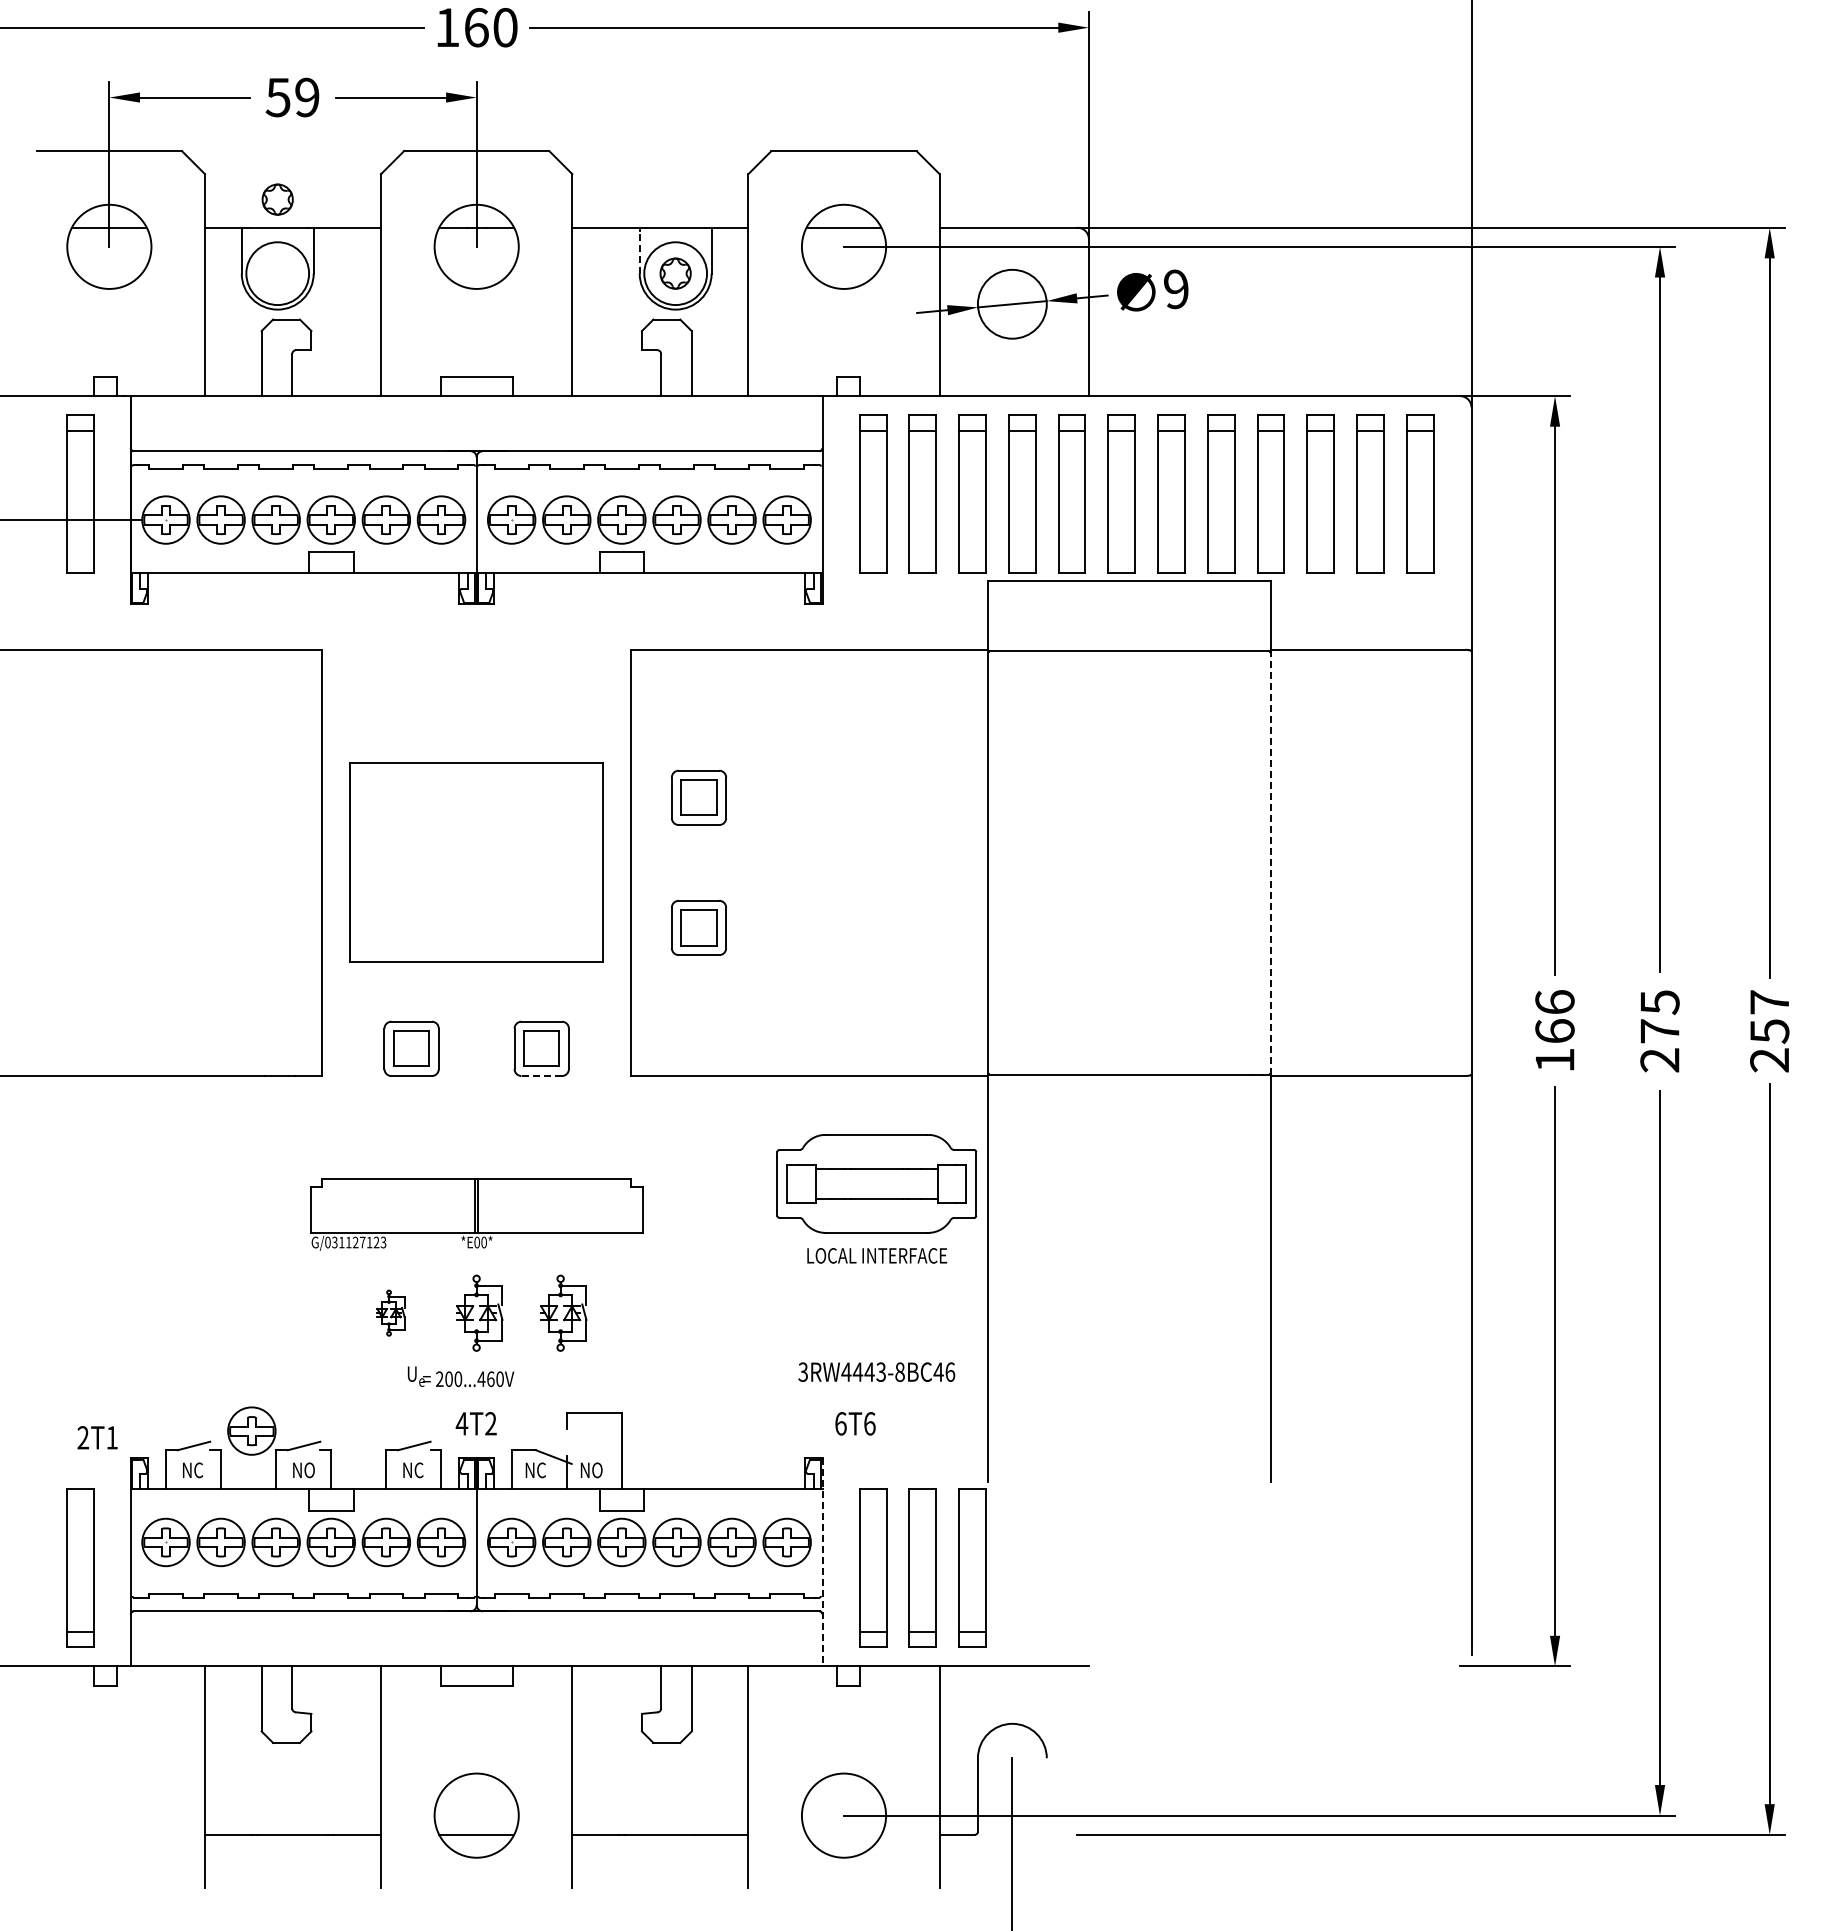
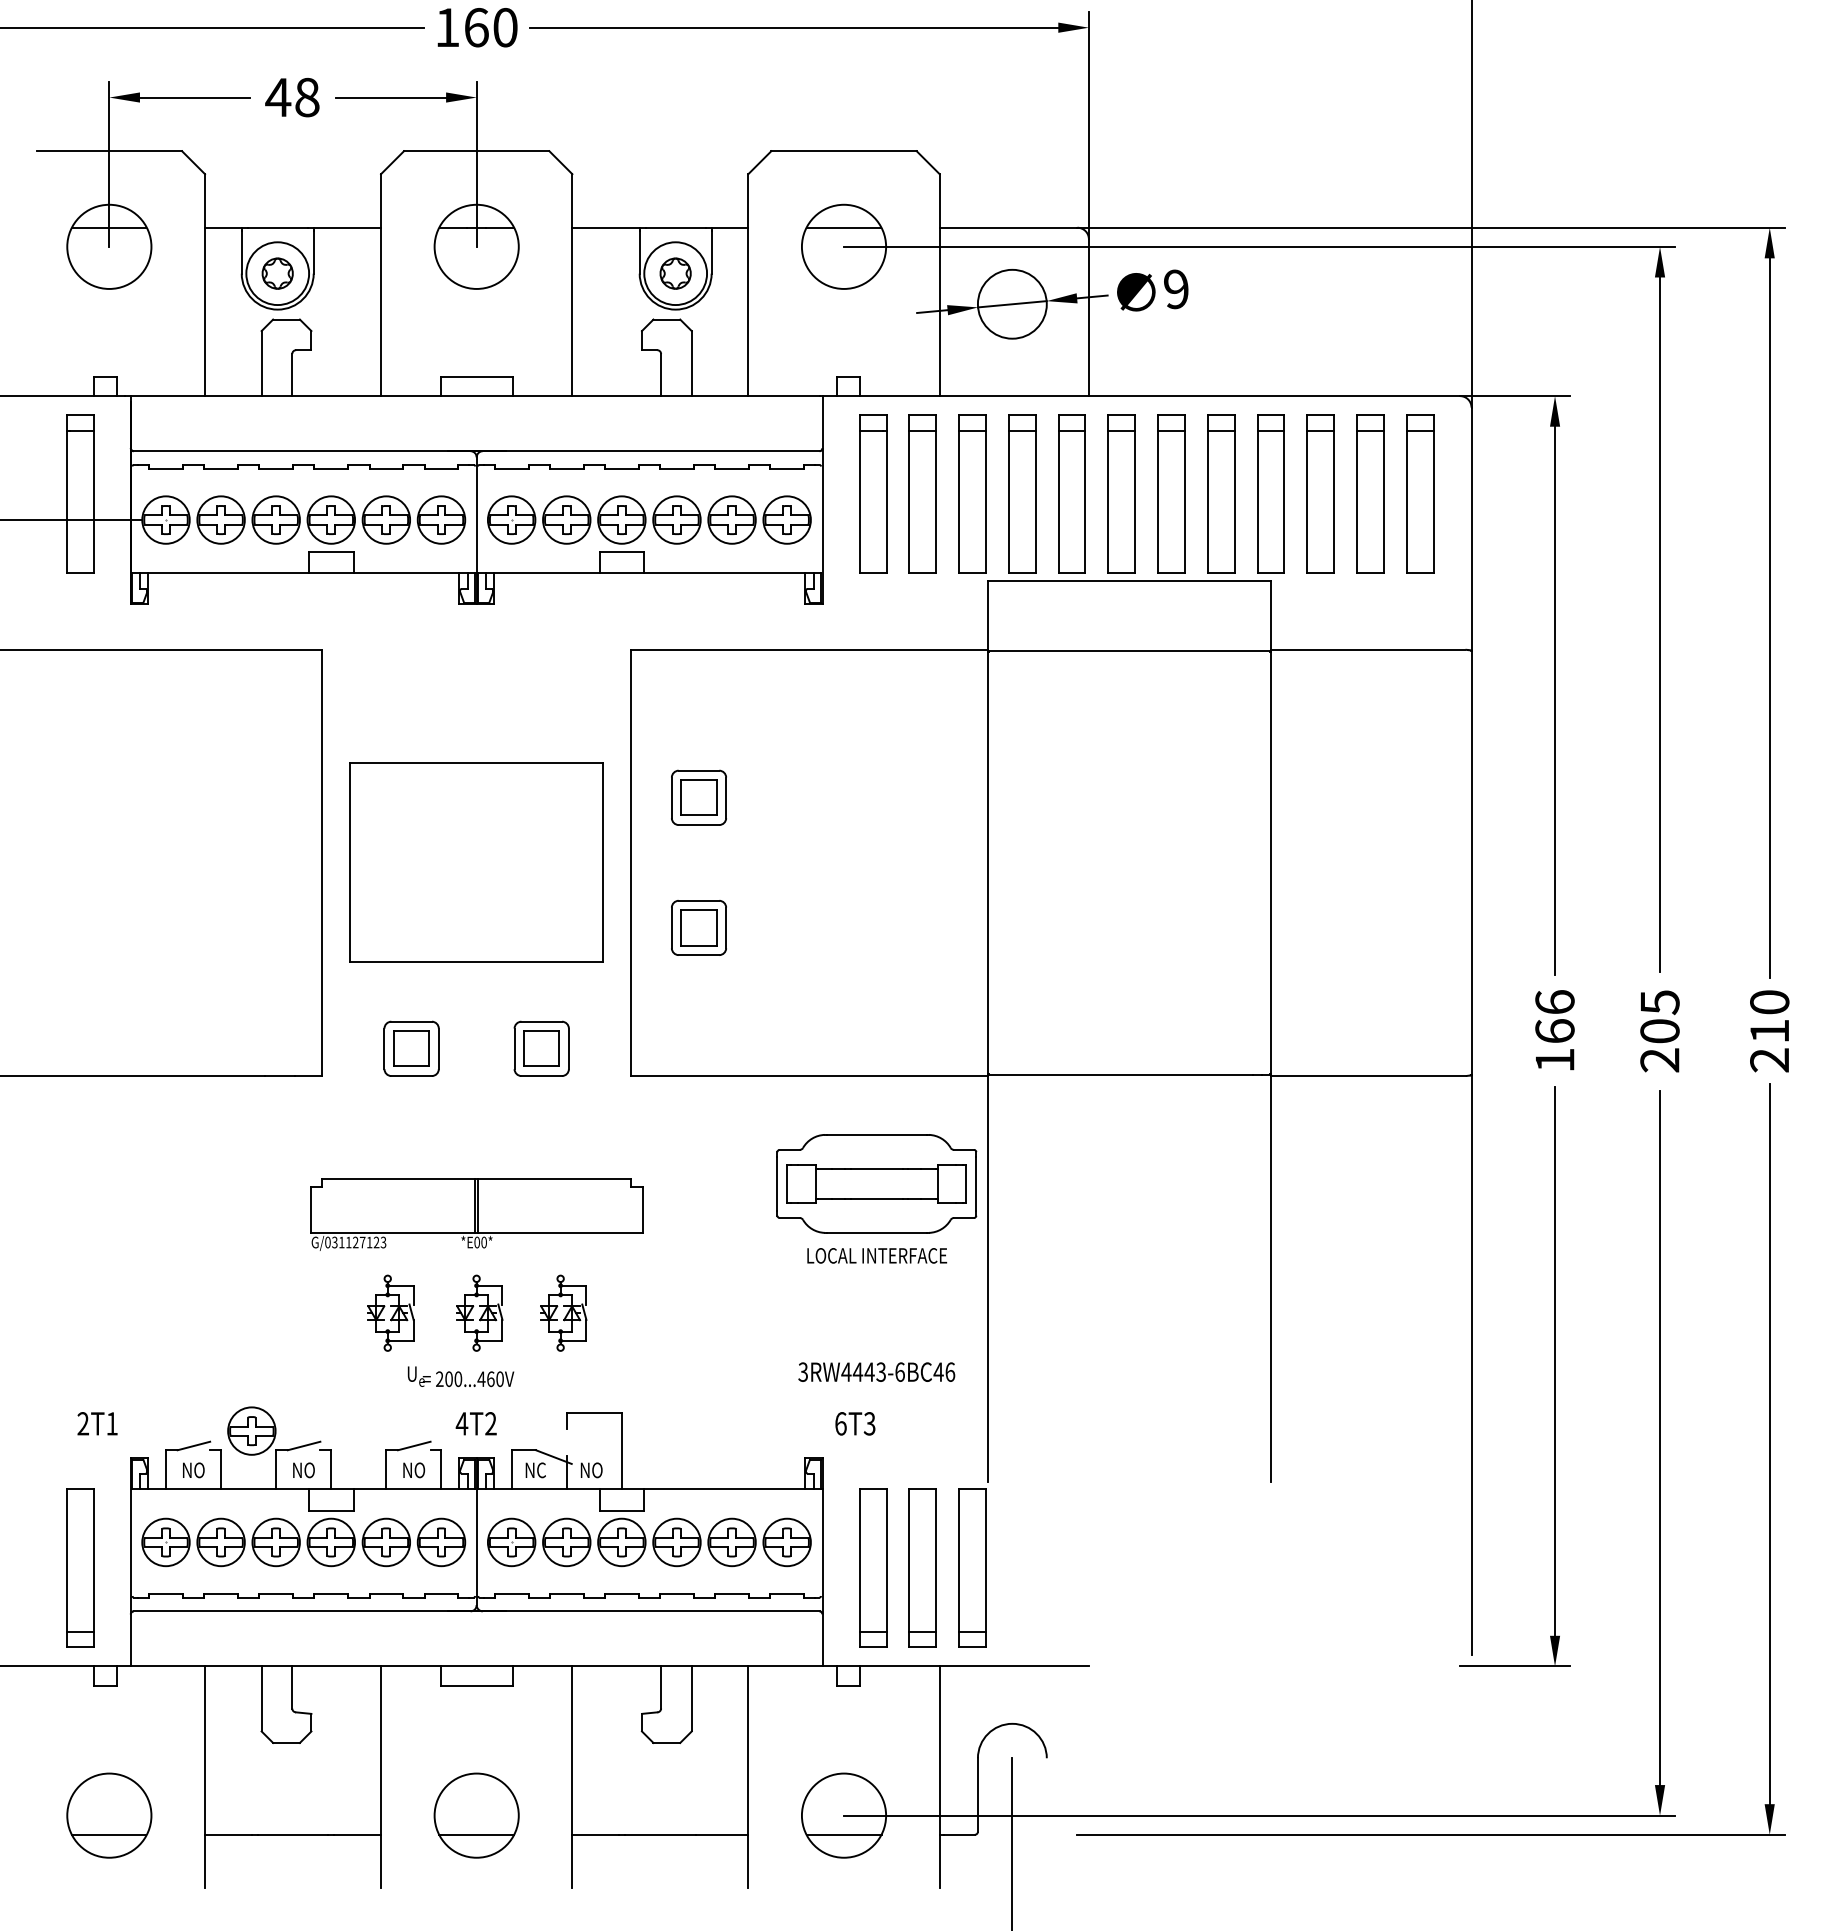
text at (292, 97): 59 -> 48
part at (277, 199) position: (277, 199) -> (277, 273)
line at (639, 251): dashed -> solid
line at (1271, 863): dashed -> solid
text at (1769, 1017): 257 -> 210
text at (1659, 1031): 275 -> 205
line at (541, 1076): dashed -> solid
part at (390, 1312) size: 30x48 px -> 48x78 px
text at (899, 1371): 3RW4443-8BC46 -> 3RW4443-6BC46
text at (869, 1423): 6T6 -> 6T3
text at (97, 1437) position: (97, 1437) -> (97, 1423)
text at (202, 1469): NC -> NO
text at (420, 1470): NC -> NO
line at (822, 1562): dashed -> solid
part at (109, 1815): none -> present
line at (843, 1834): none -> present
